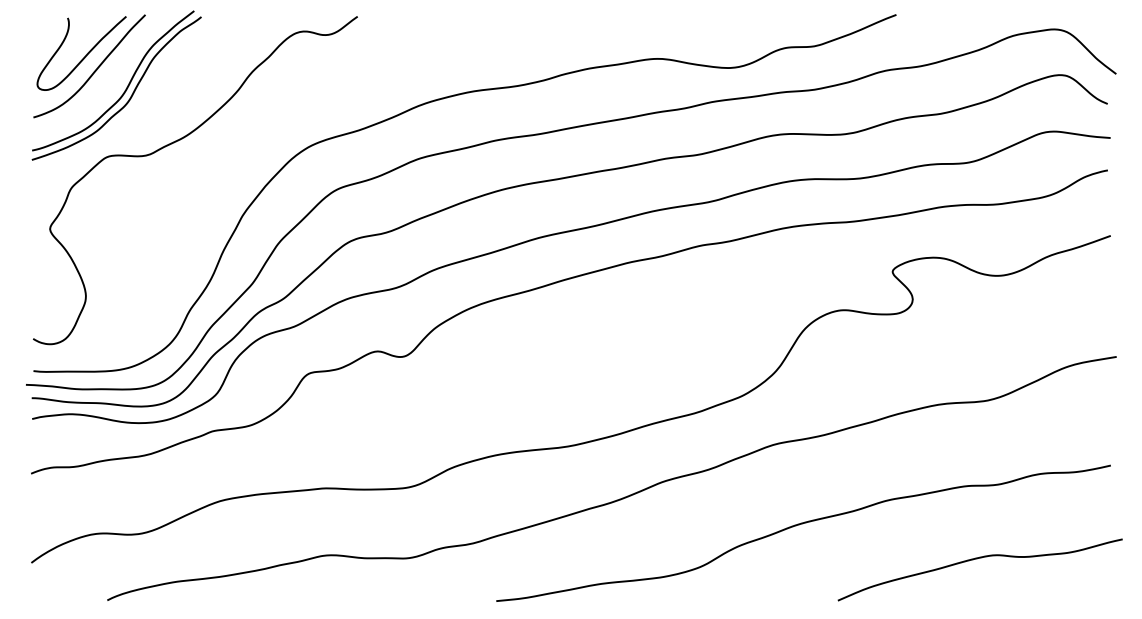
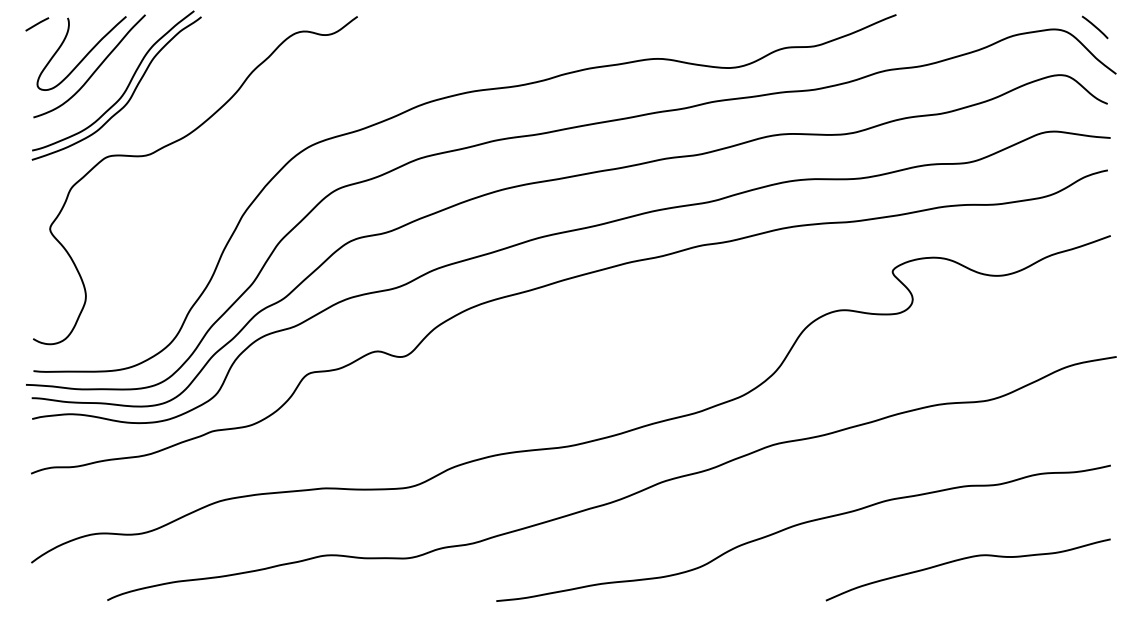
line at (37, 24): none -> present
line at (1095, 27): none -> present
curve at (977, 559) position: (977, 559) -> (965, 559)
